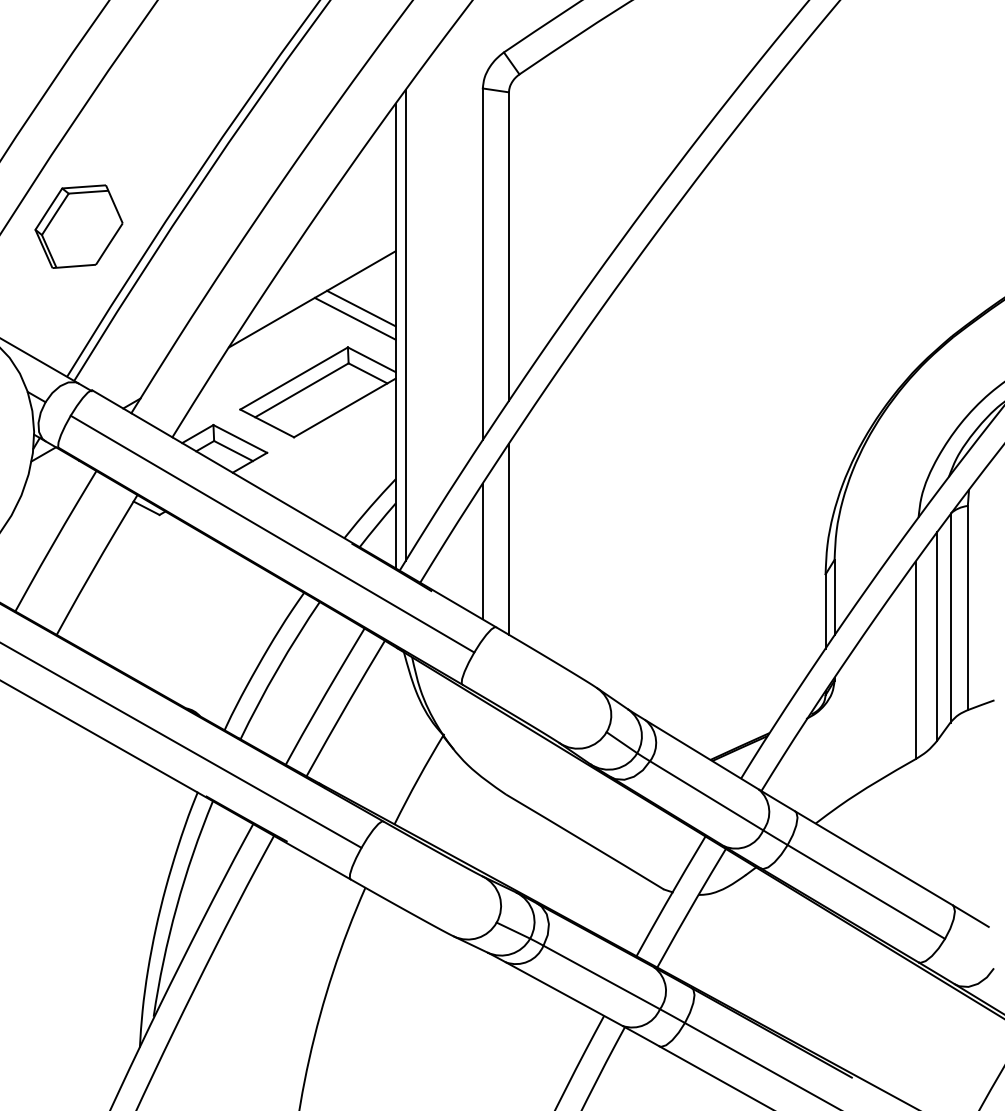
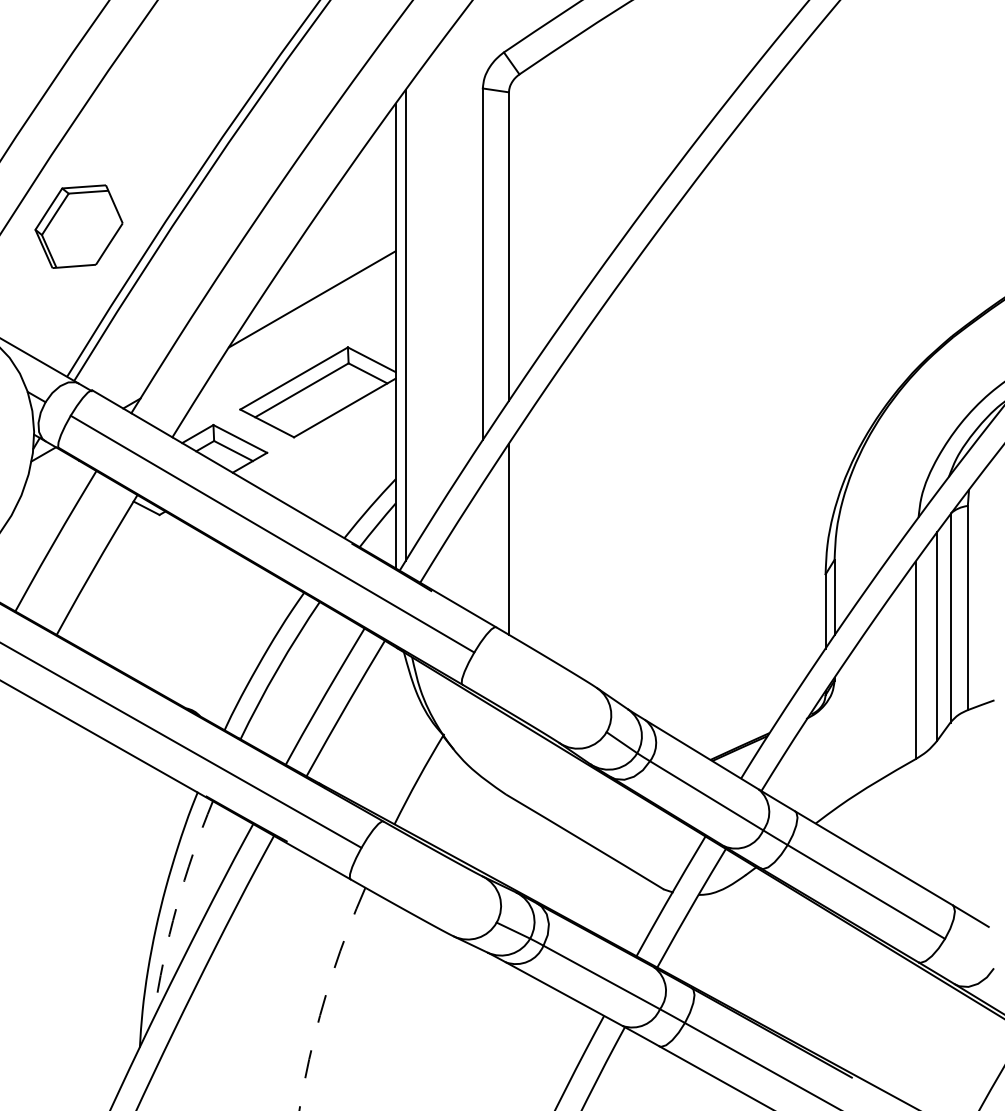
line at (361, 308): present -> none
line at (354, 318): present -> none
line at (482, 551): present -> none
arc at (176, 907): solid -> dashed
arc at (325, 997): solid -> dashed
